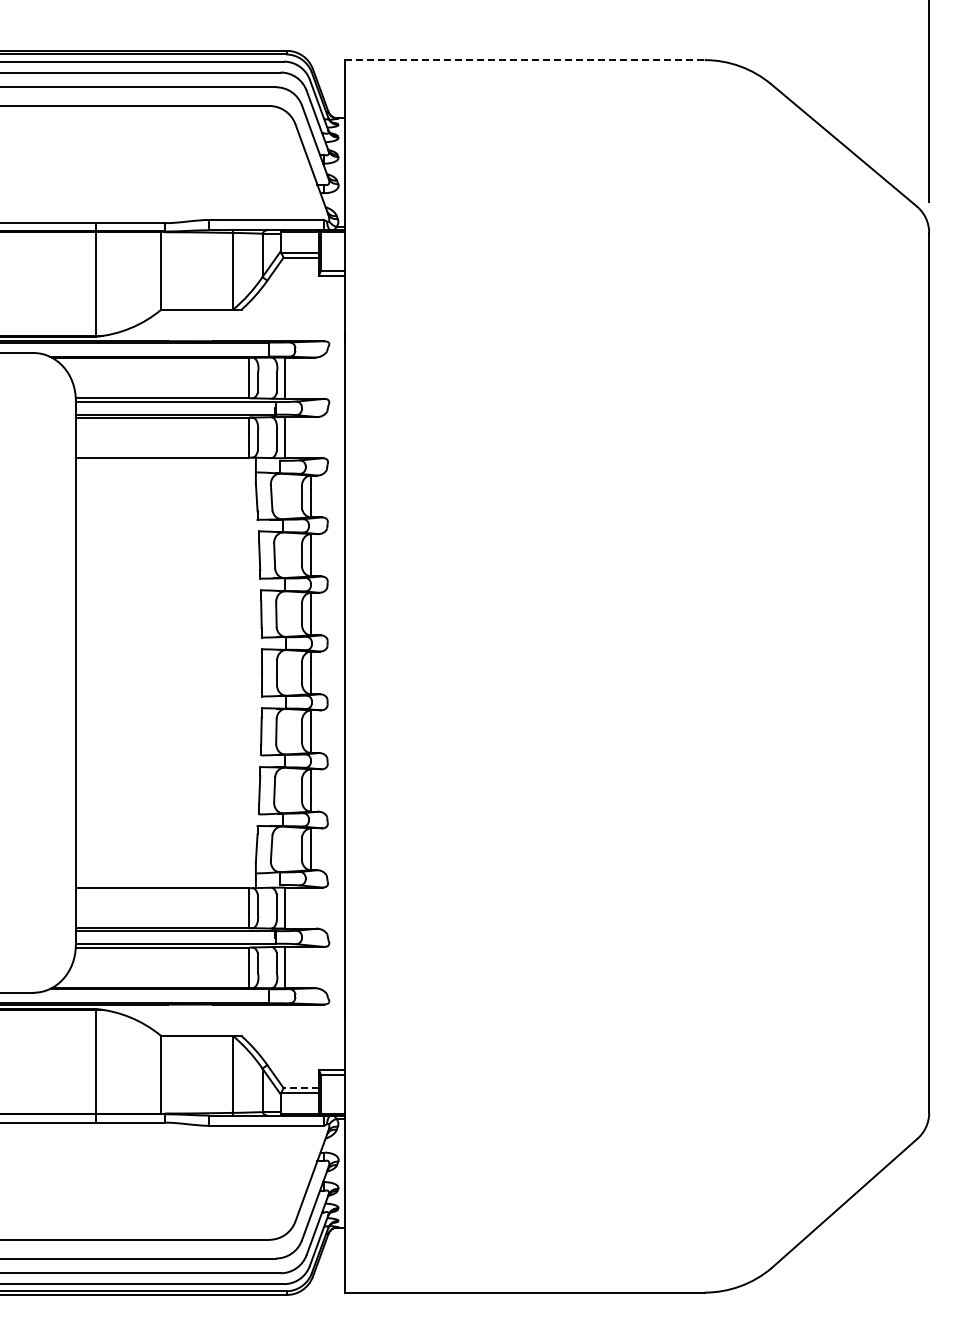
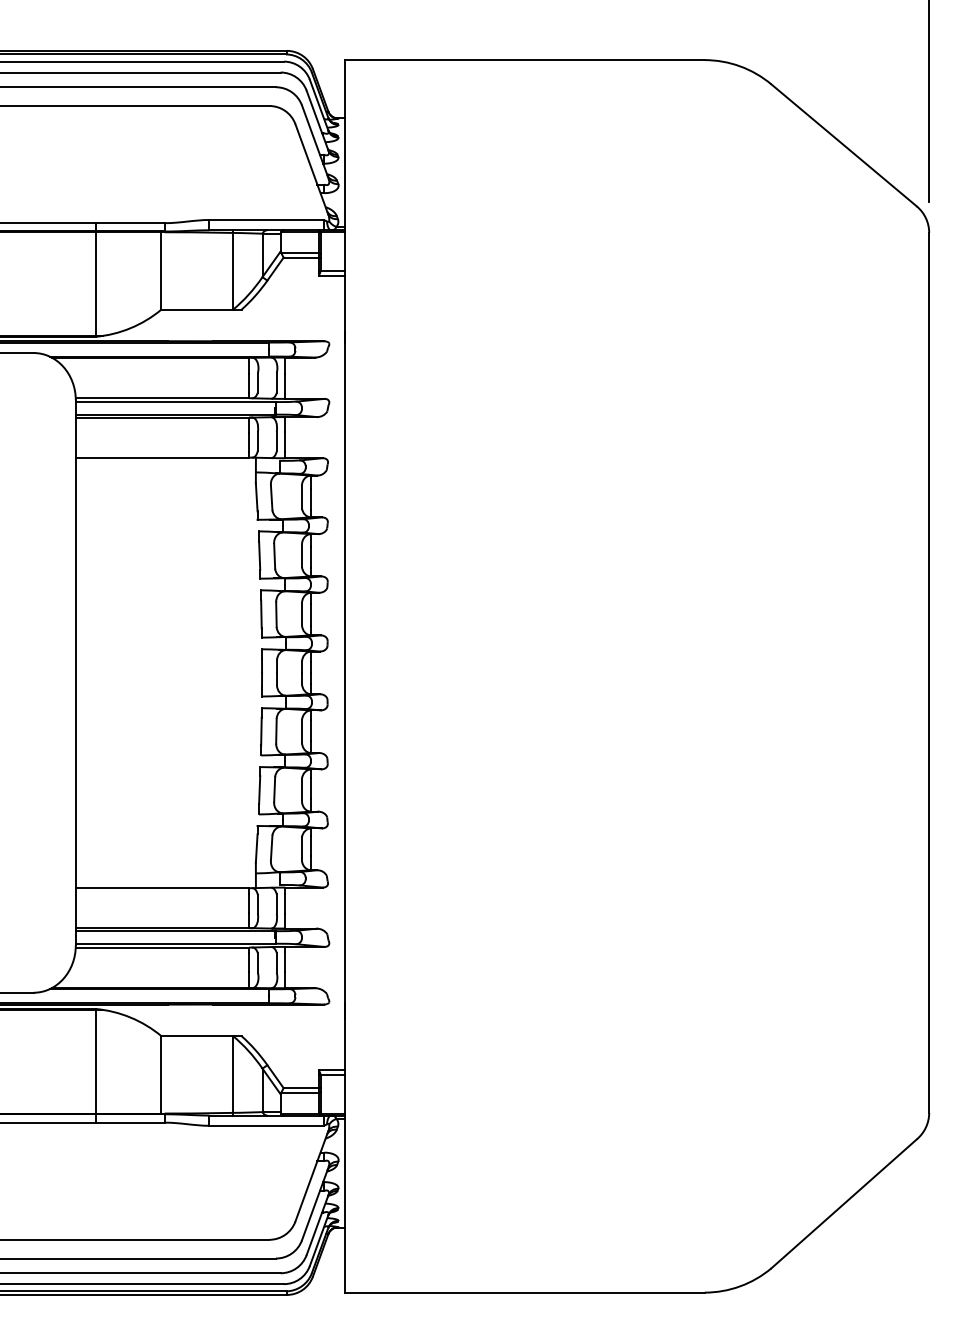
line at (524, 60): dashed -> solid
line at (301, 1088): dashed -> solid
